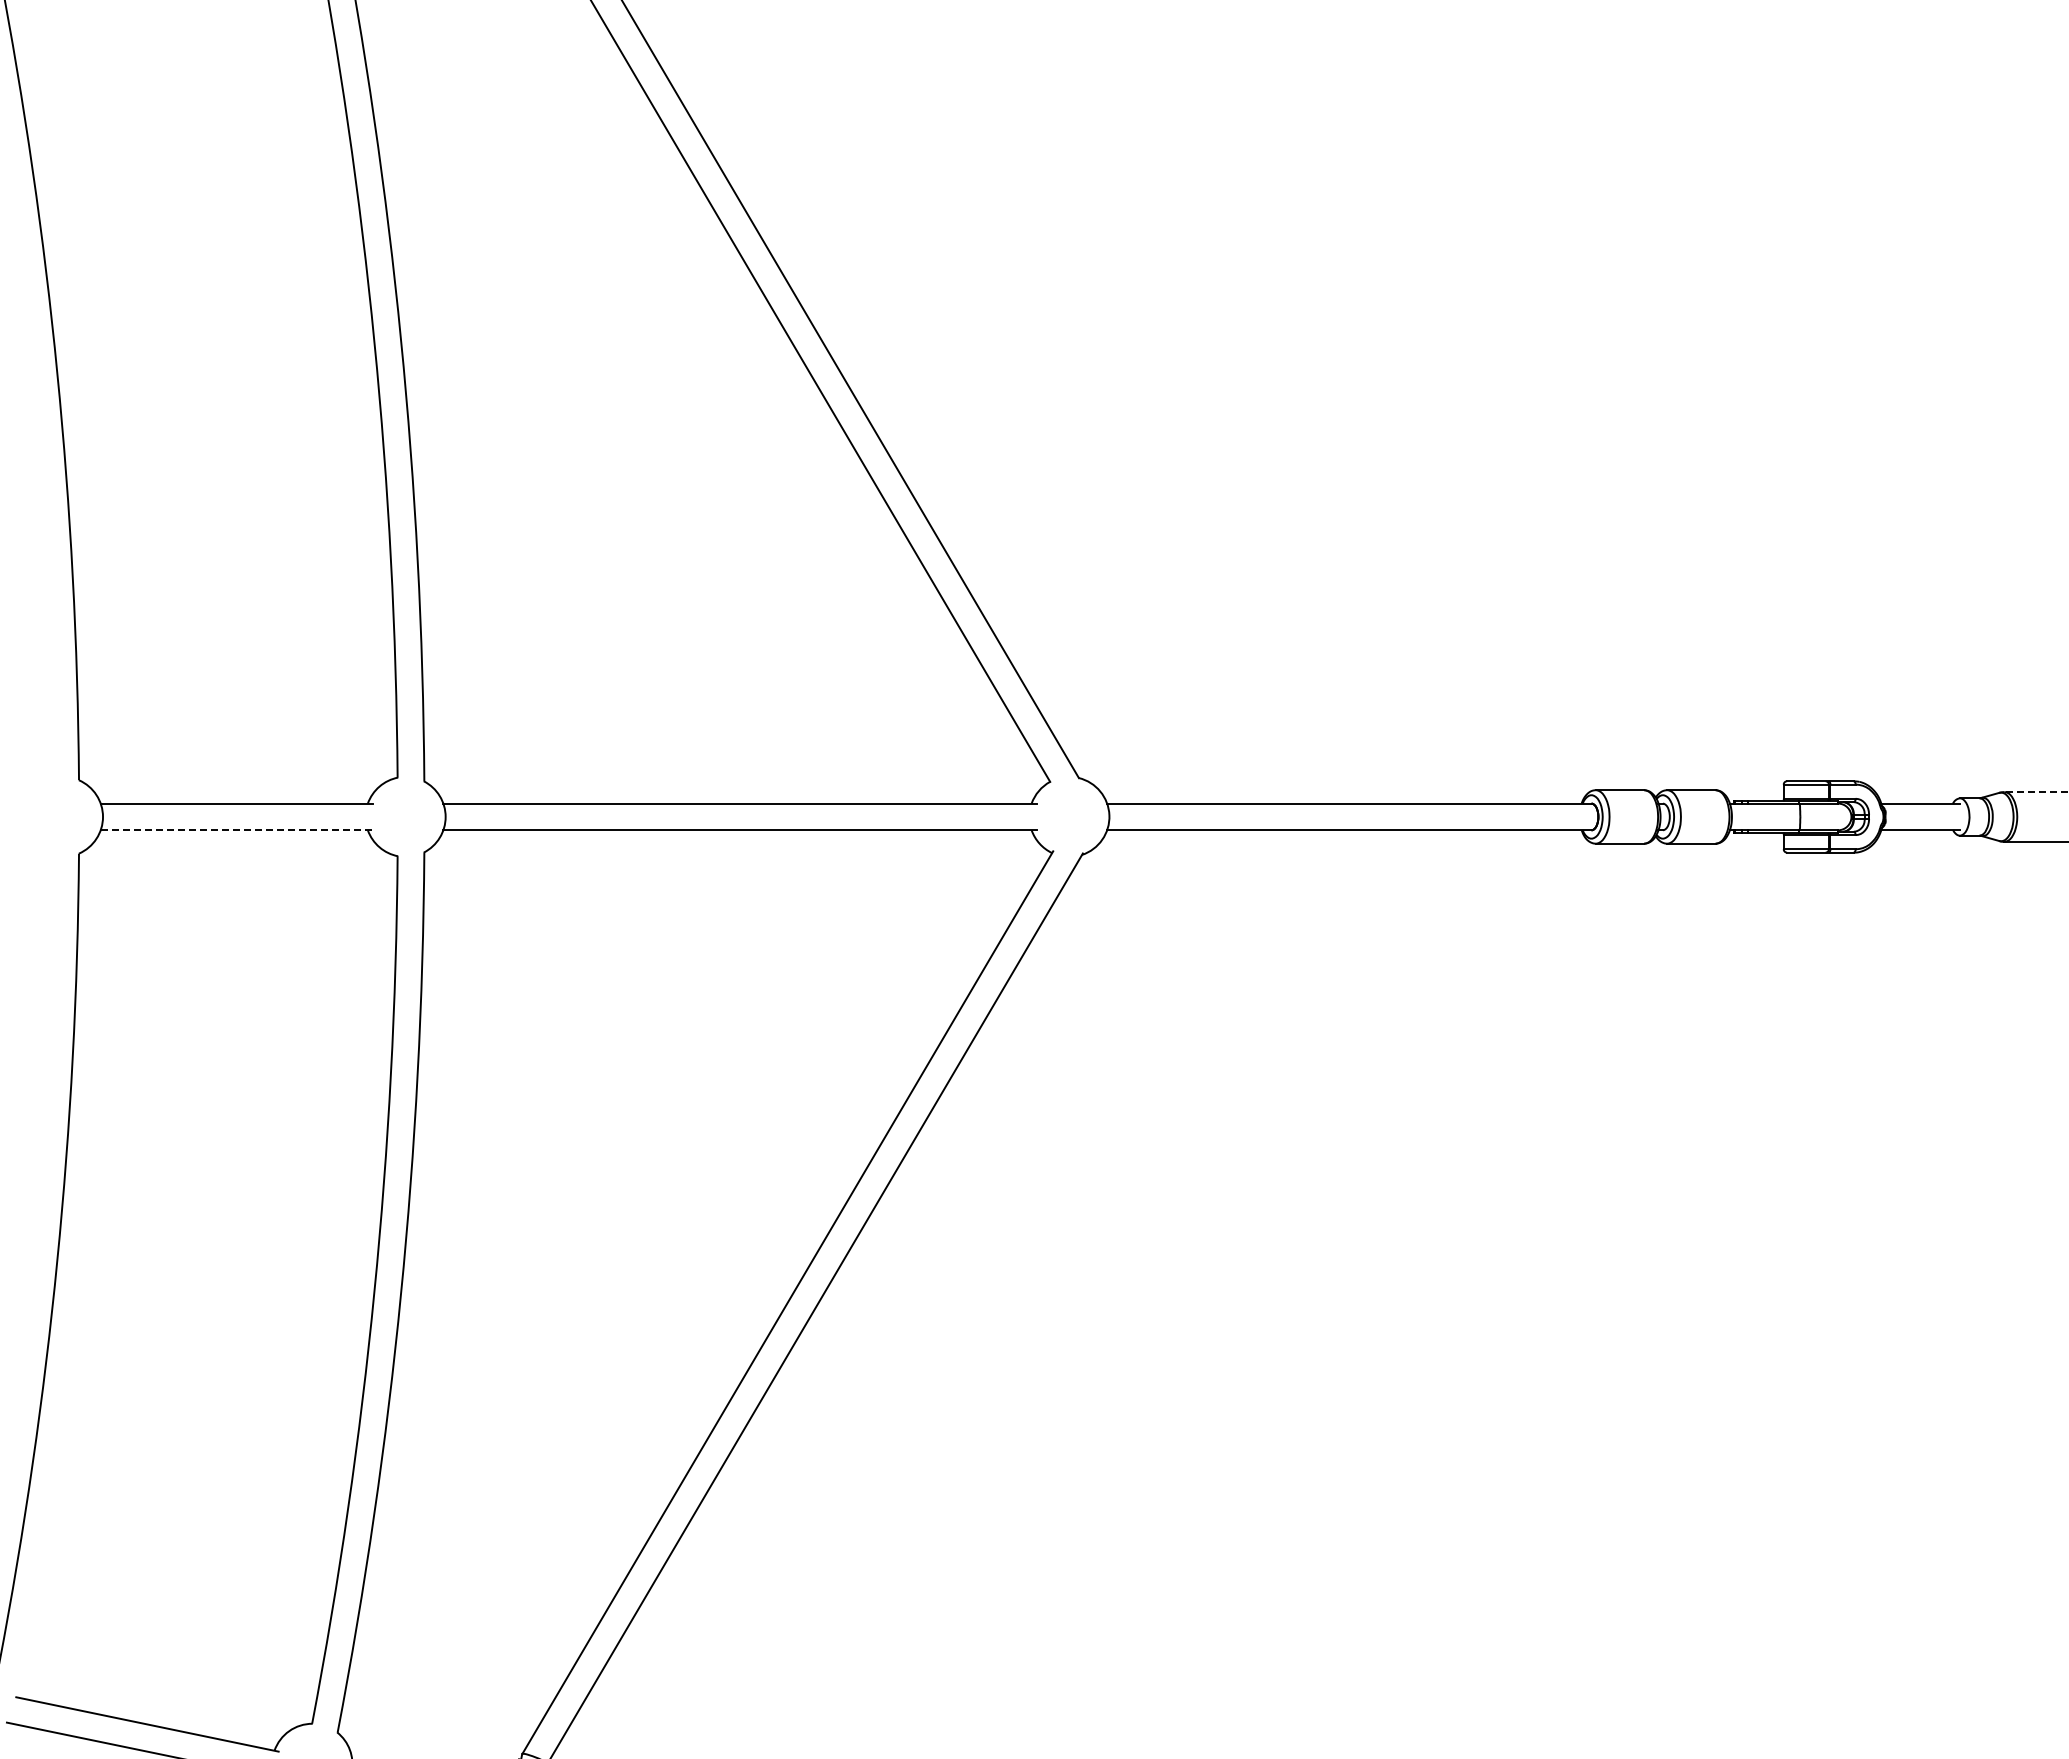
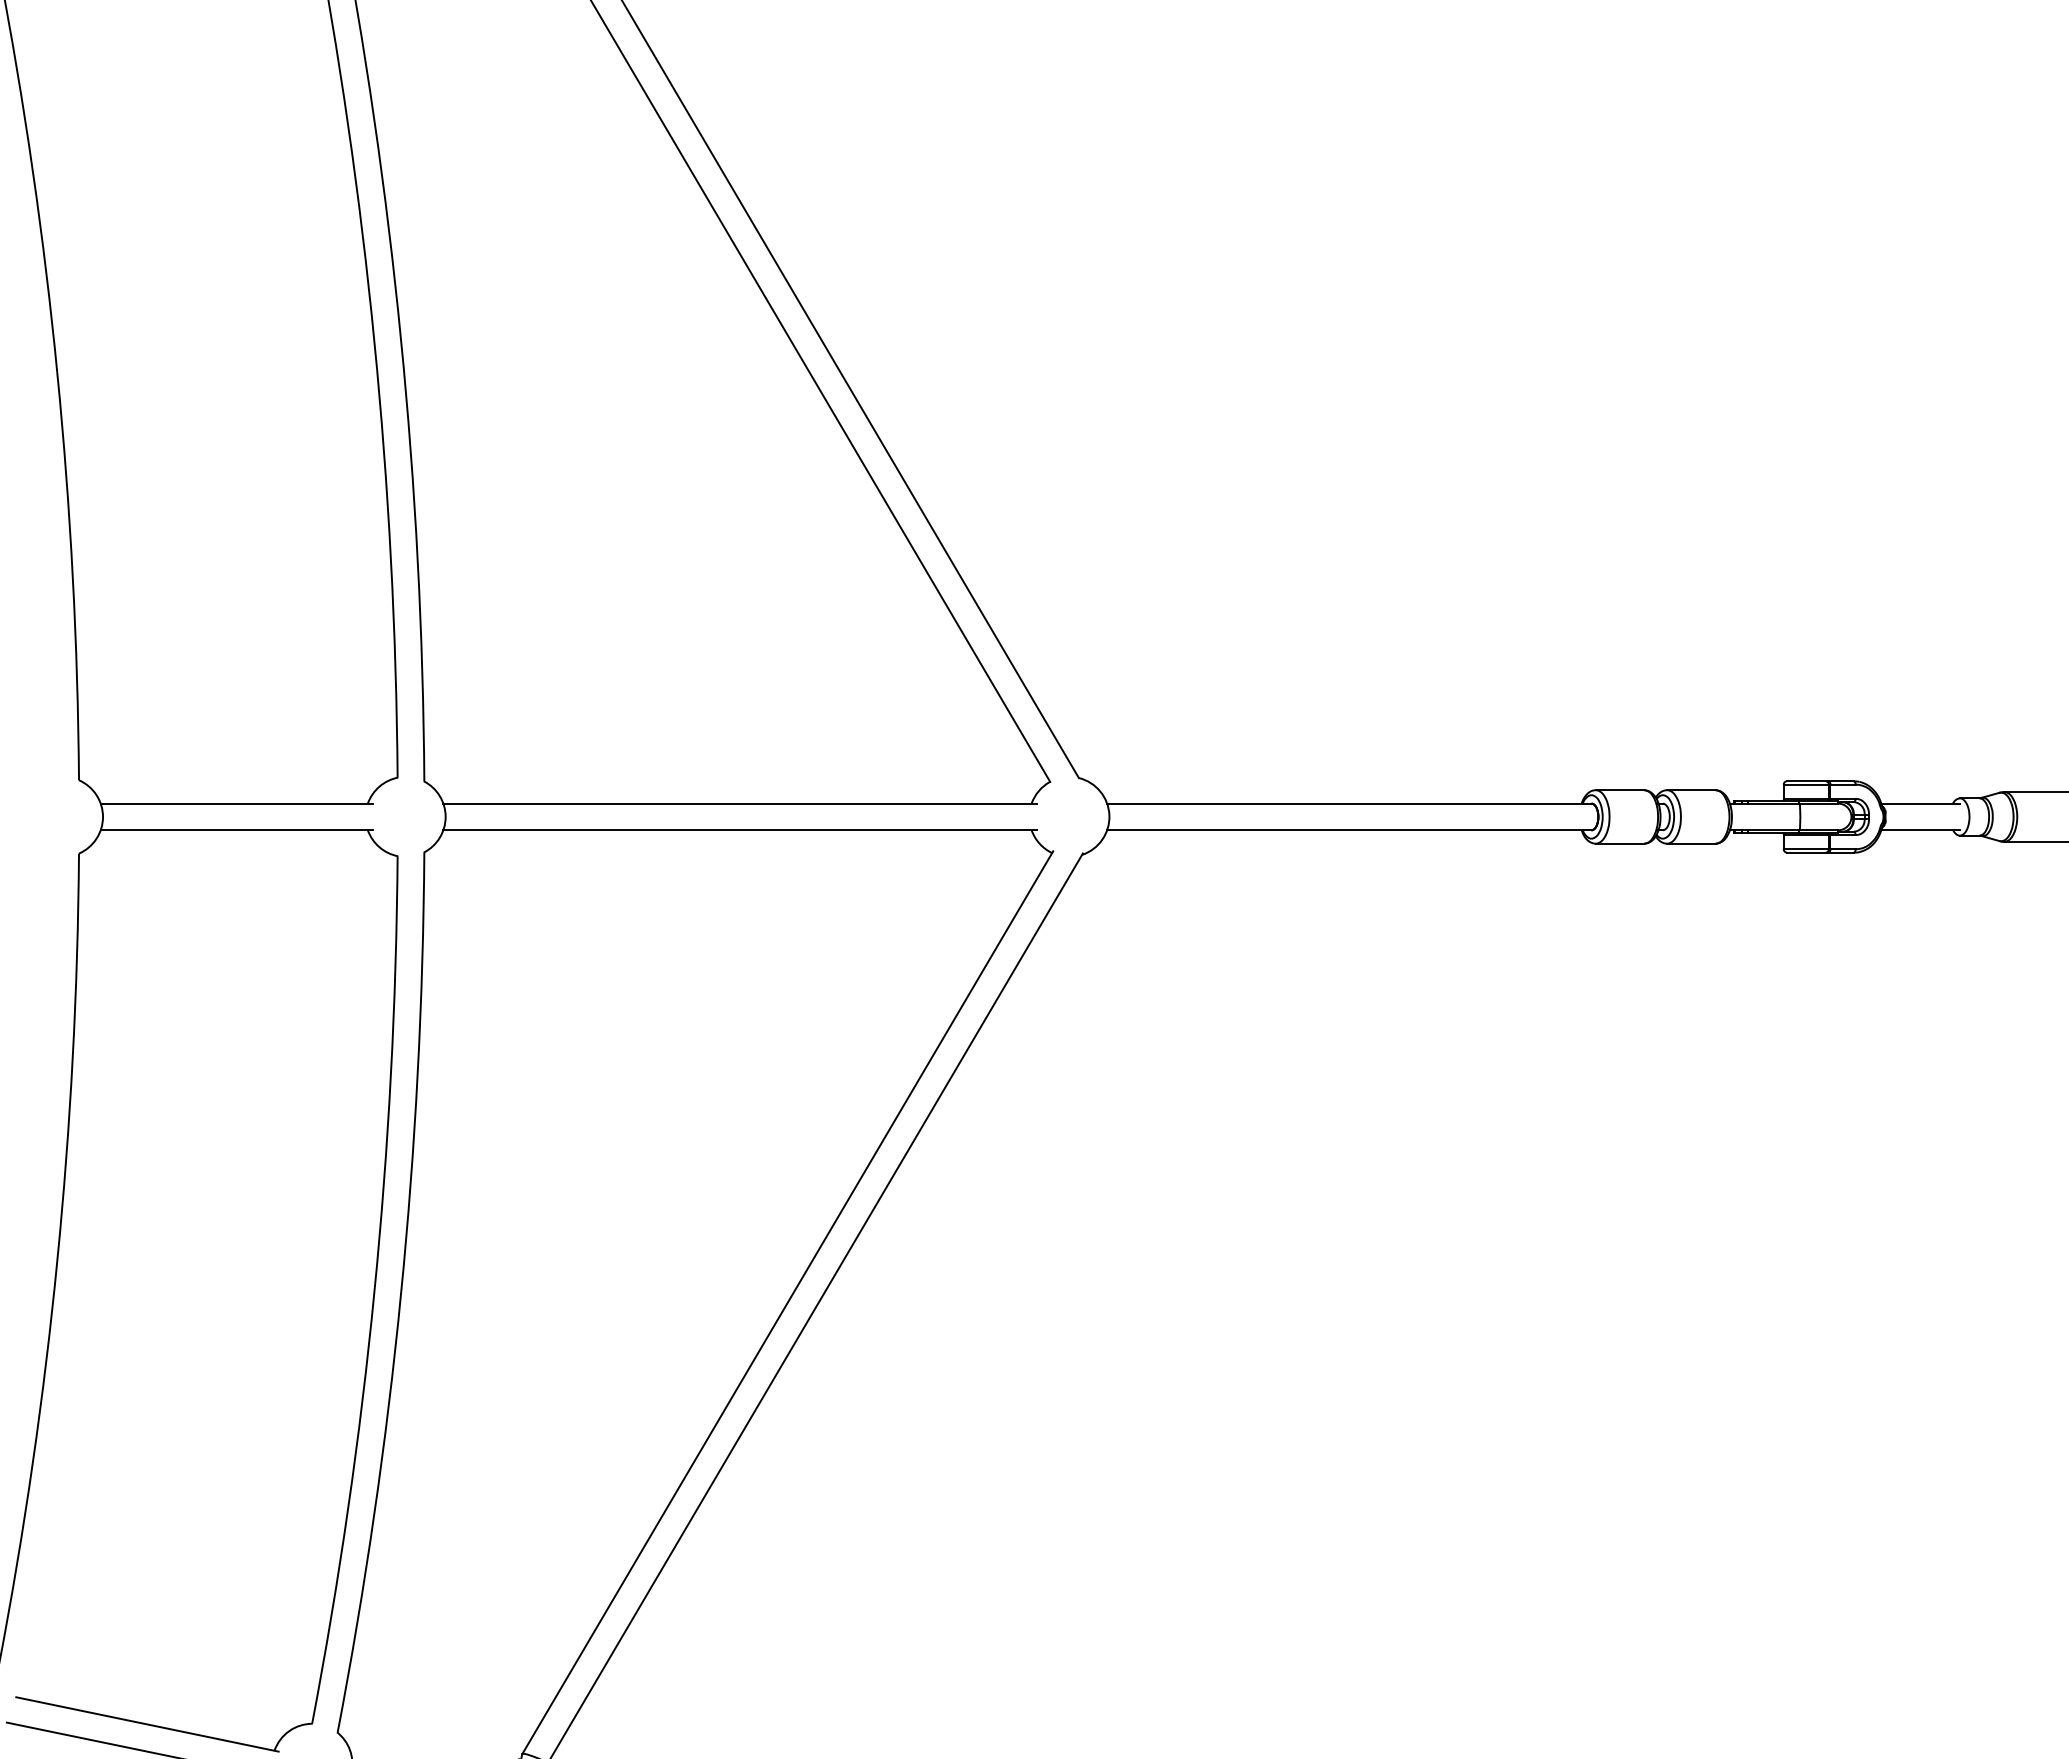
line at (2036, 792): dashed -> solid
line at (237, 830): dashed -> solid
